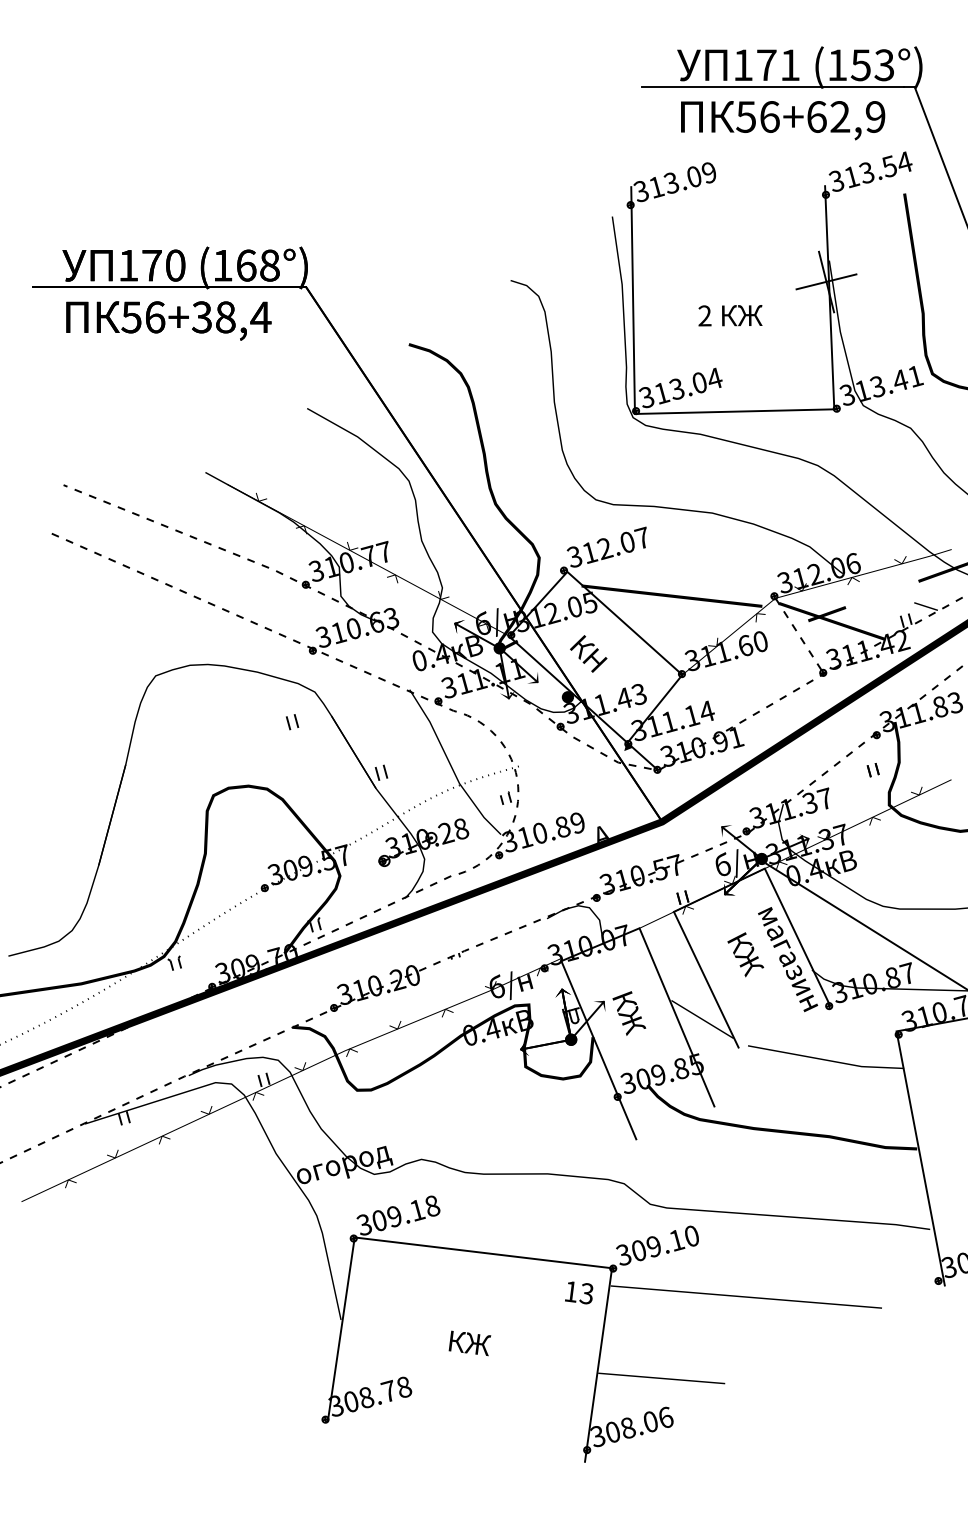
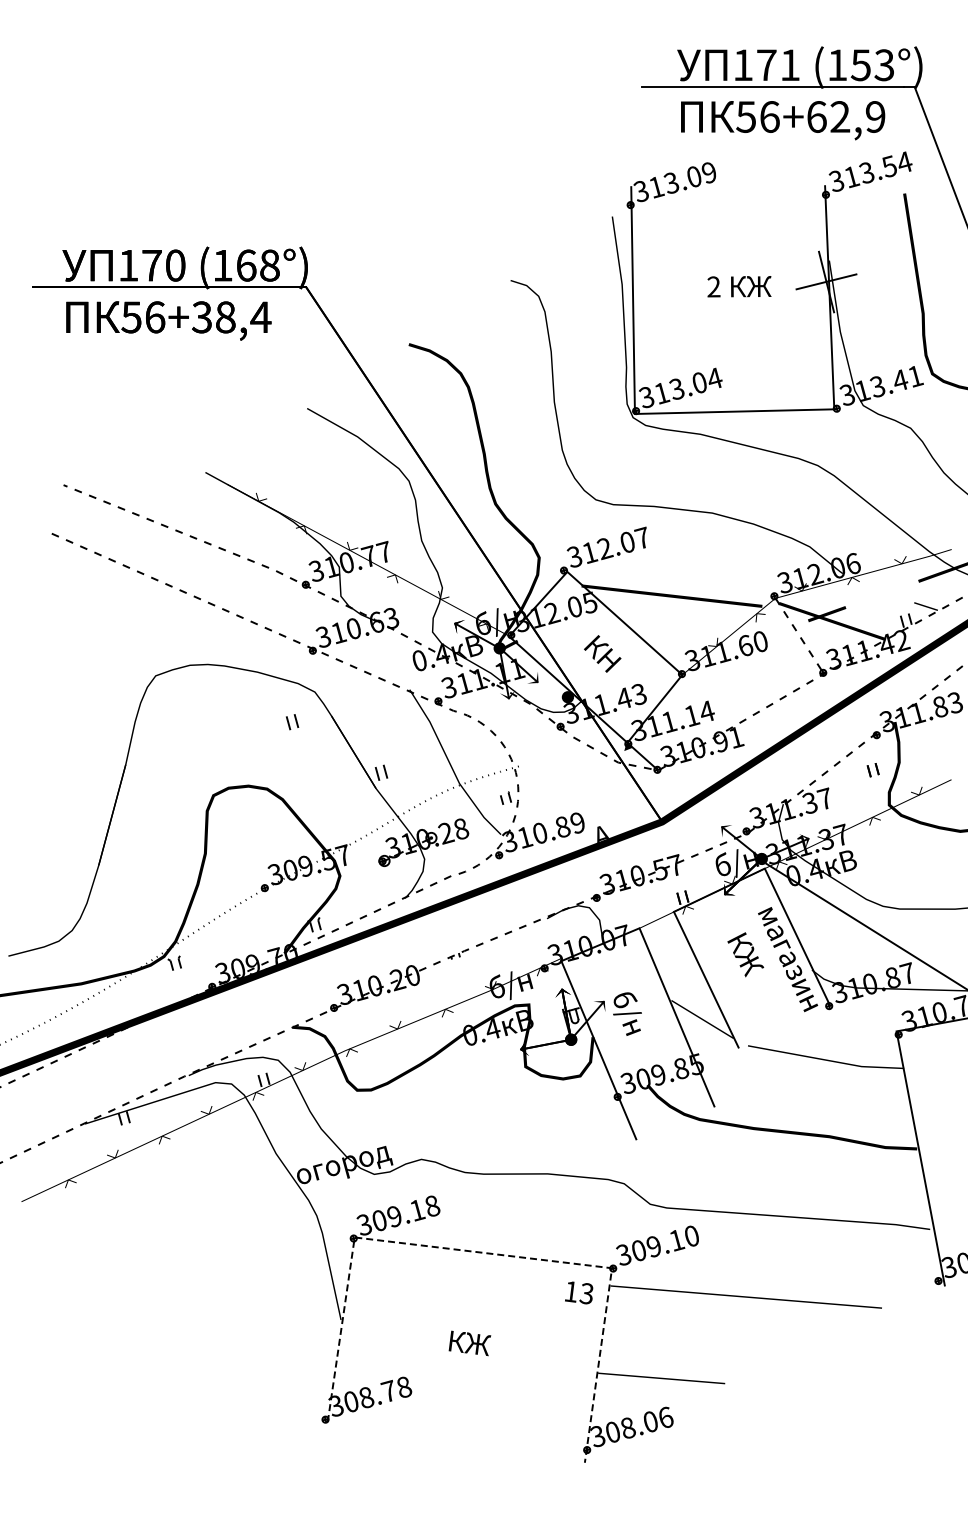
text at (730, 315) position: (730, 315) -> (739, 286)
text at (588, 653) position: (588, 653) -> (602, 653)
text at (629, 1013): КЖ -> б/н
line at (488, 1253): solid -> dashed
